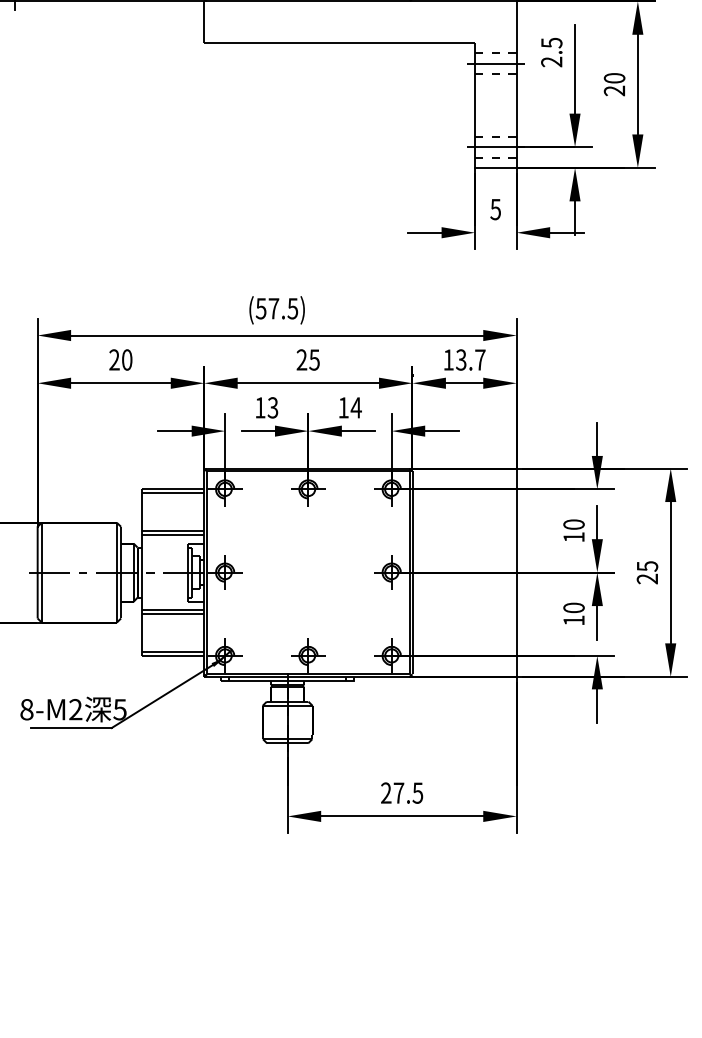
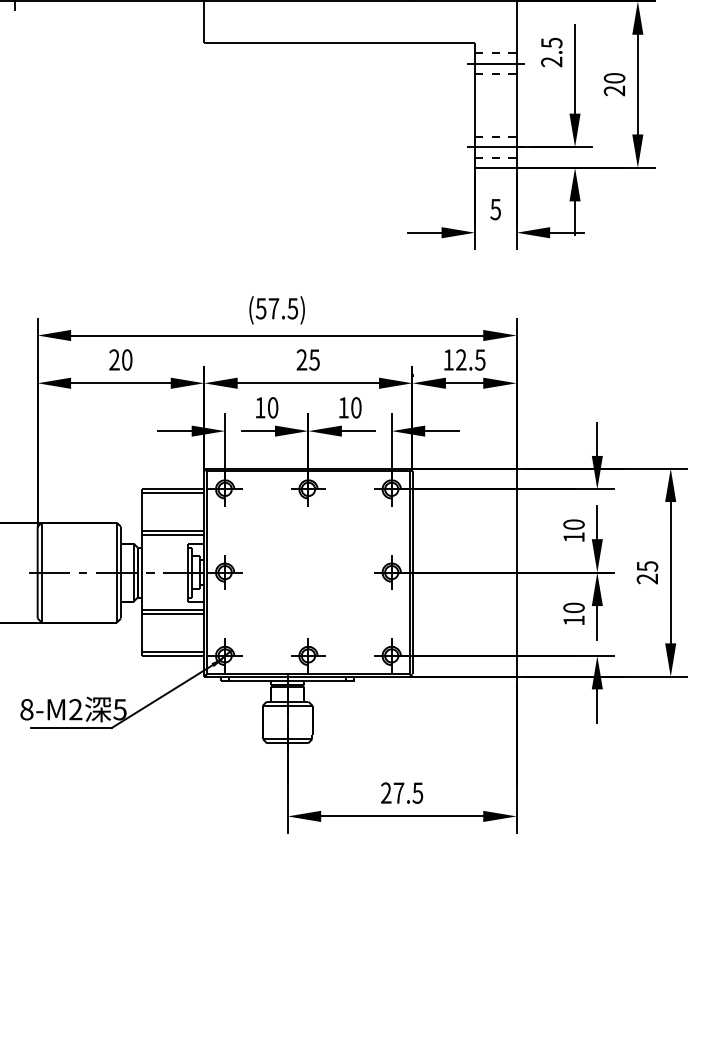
text at (470, 359): 13.7 -> 12.5
text at (272, 407): 13 -> 10
text at (355, 407): 14 -> 10
